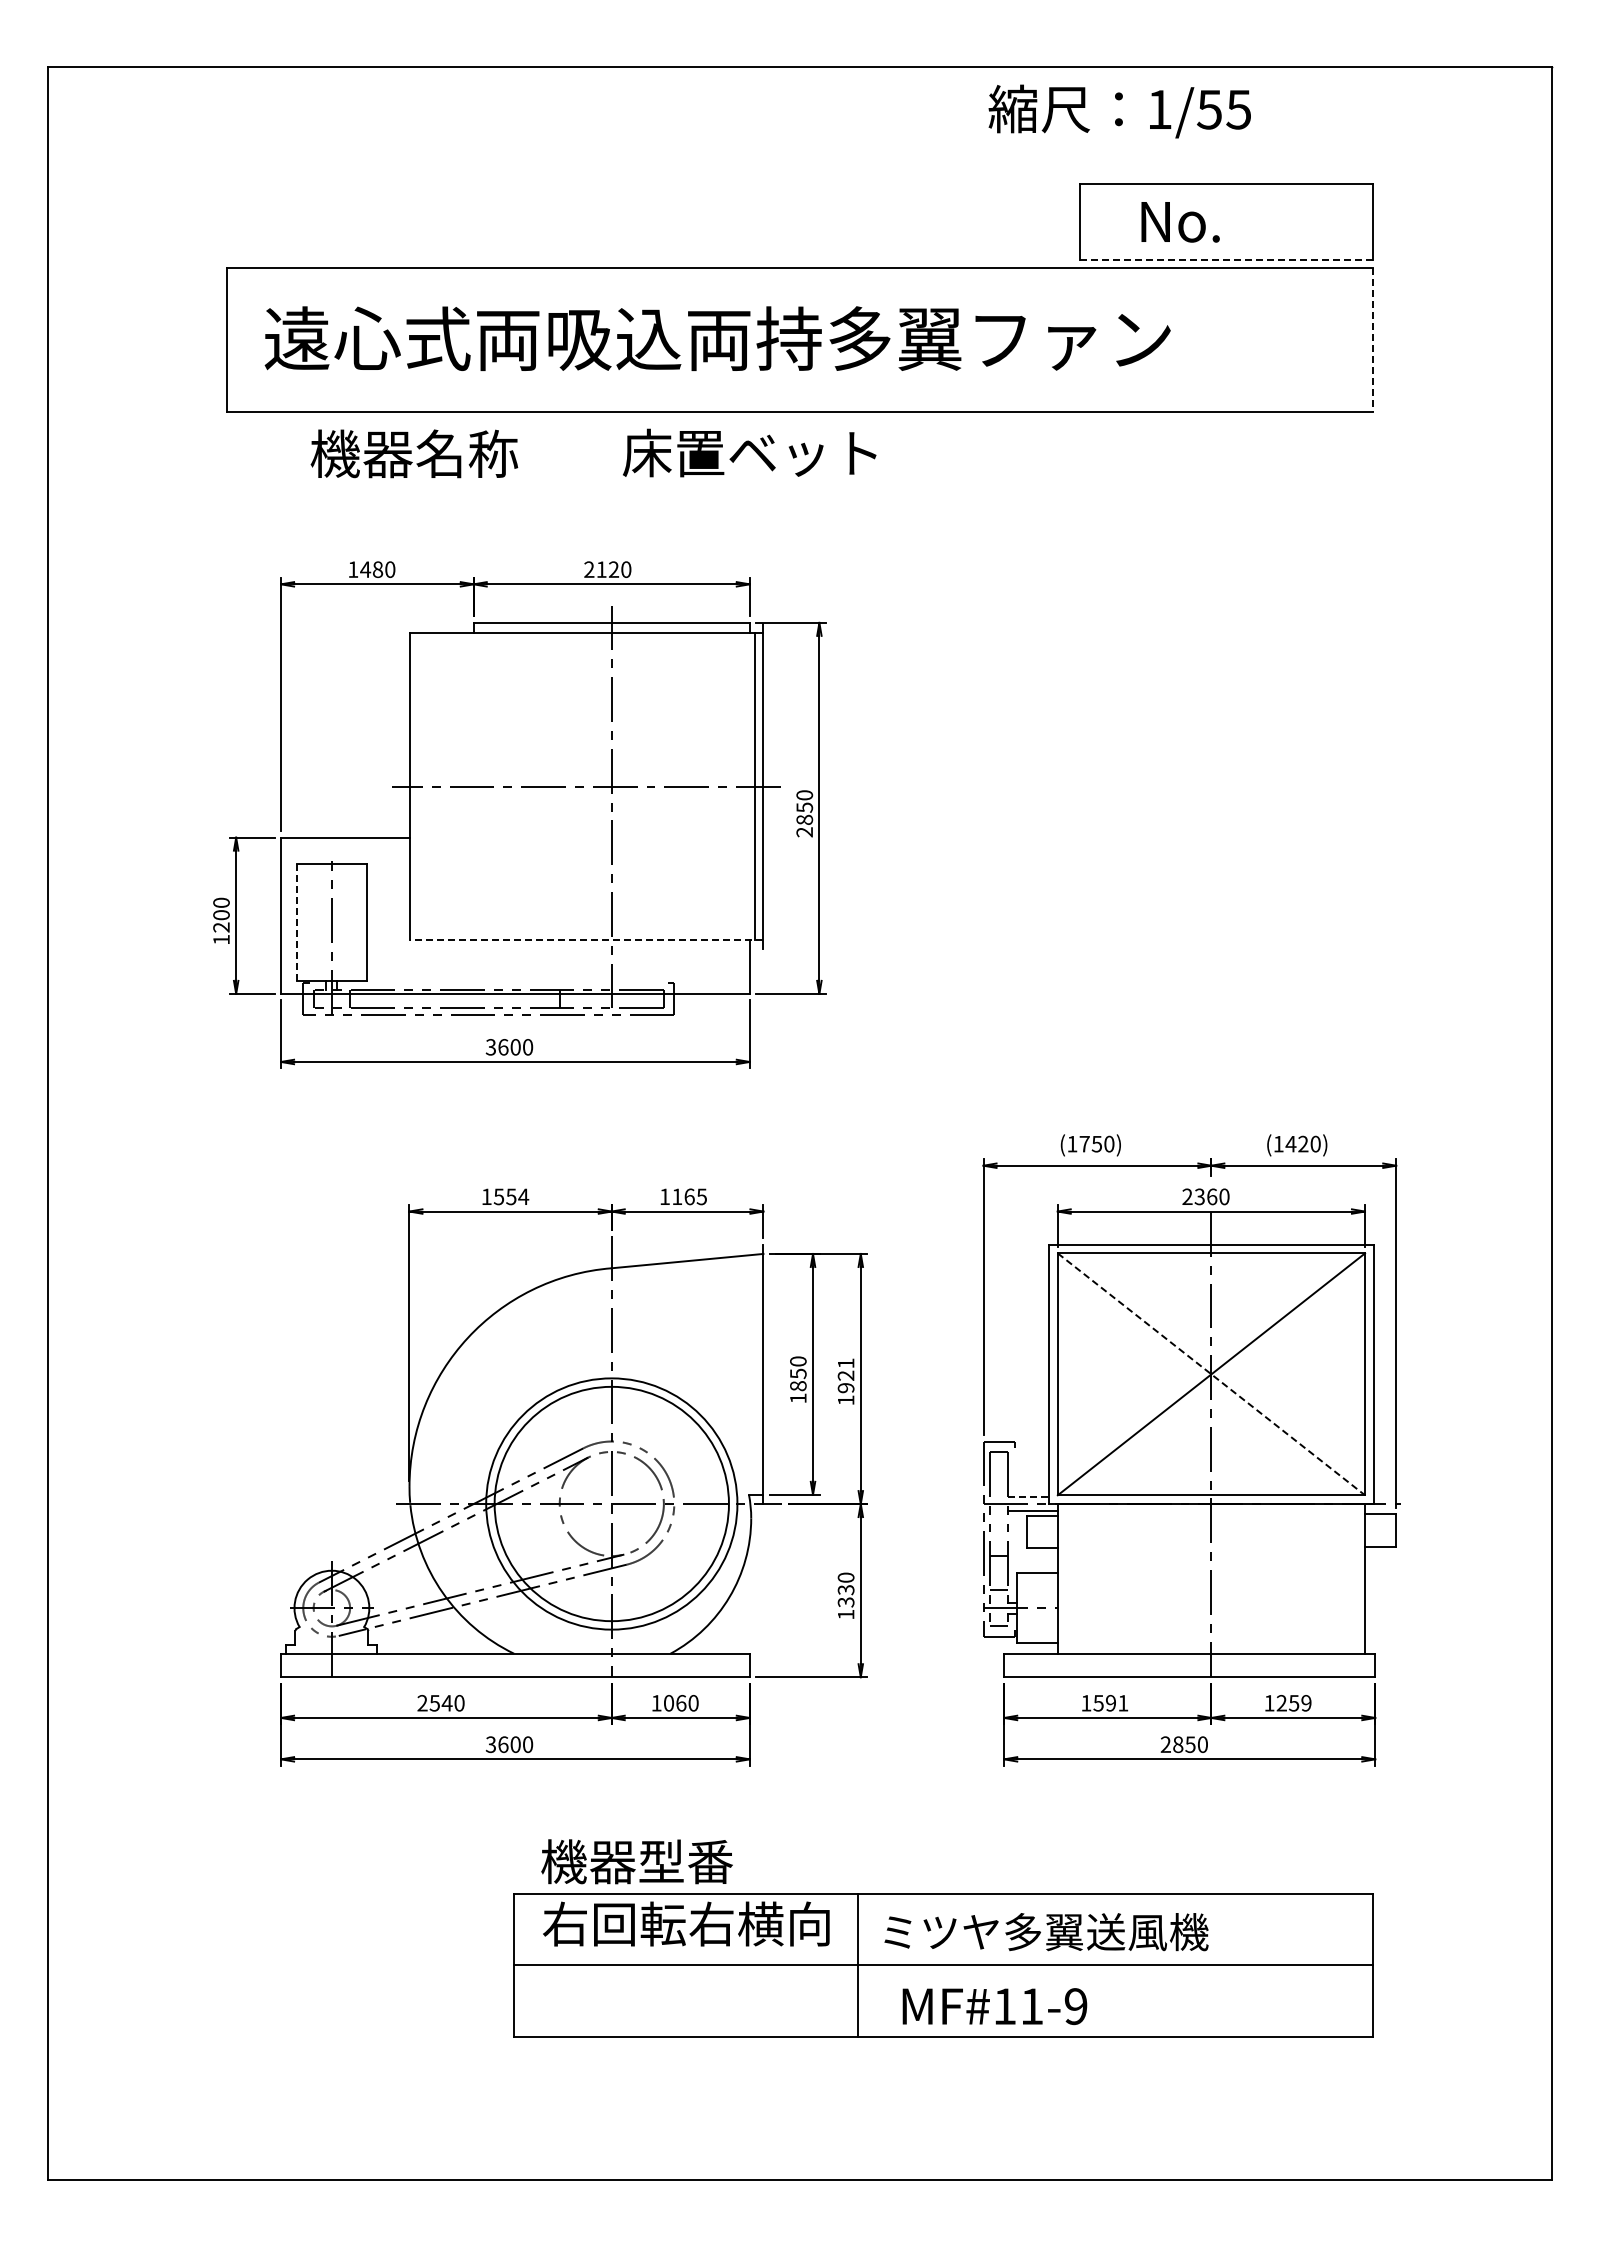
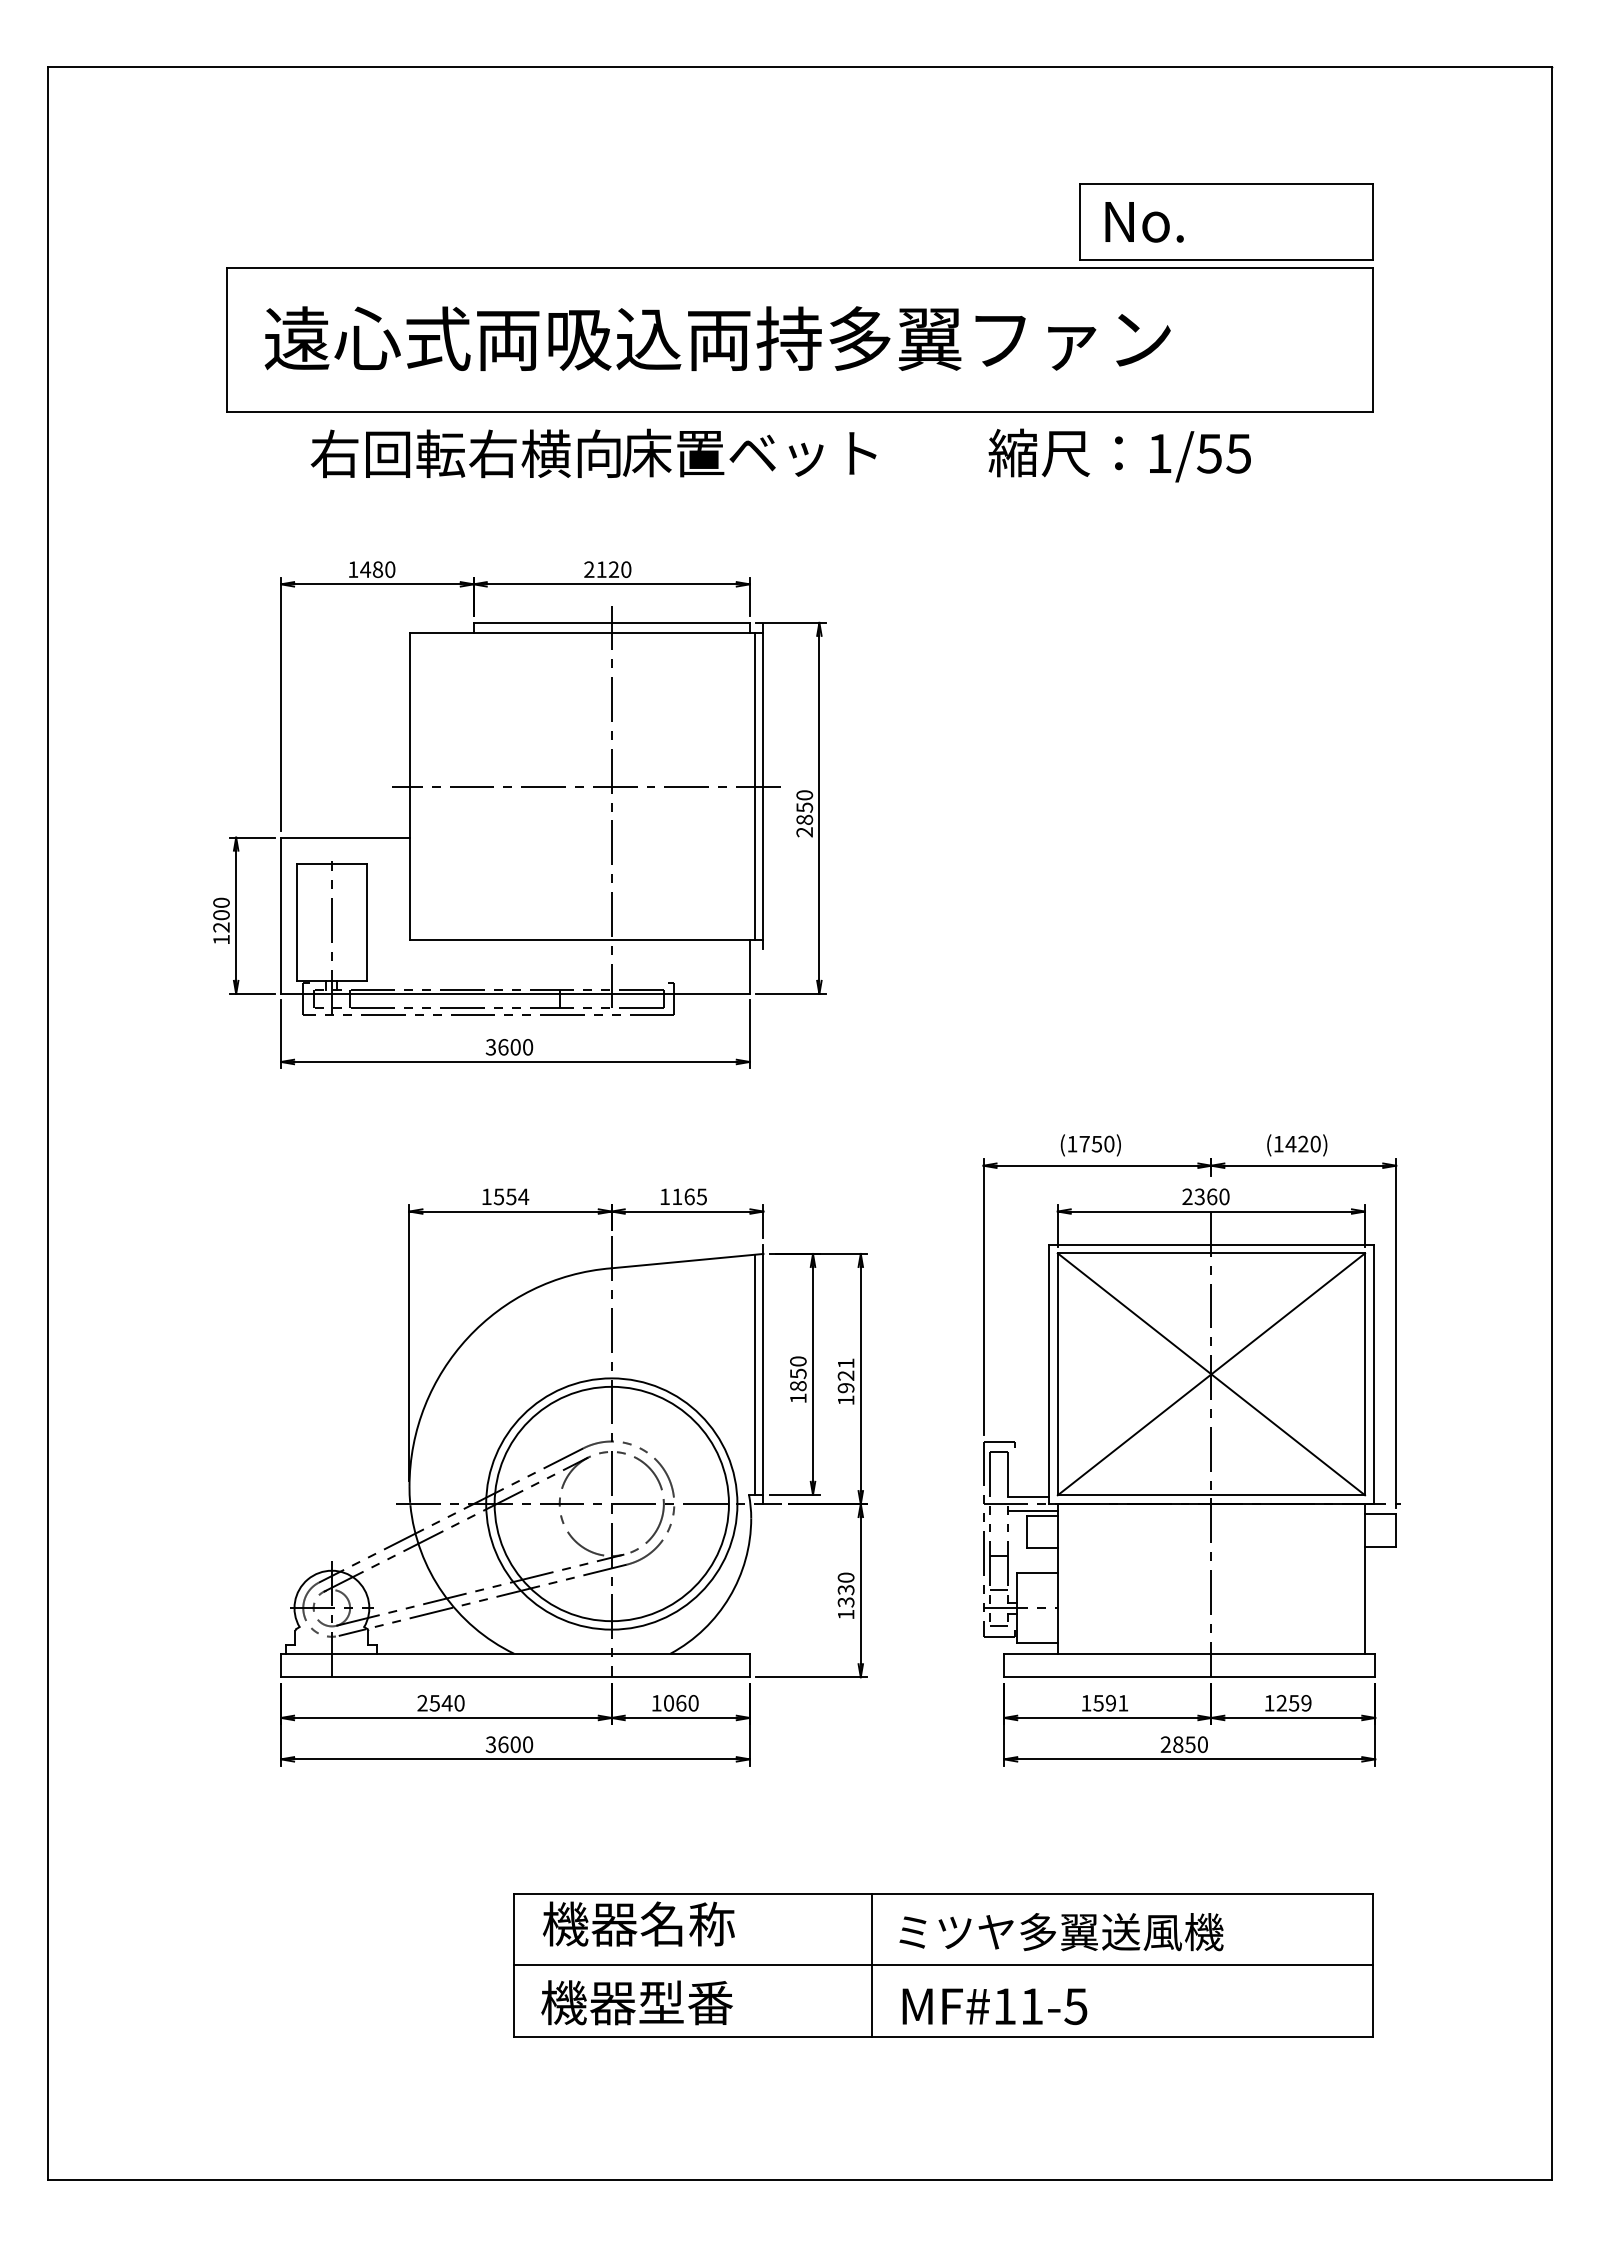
text at (1119, 111) position: (1119, 111) -> (1119, 455)
text at (1180, 222) position: (1180, 222) -> (1144, 222)
line at (1226, 259): dashed -> solid
line at (1372, 339): dashed -> solid
text at (465, 453): 機器名称 -> 右回転右横向
line at (296, 922): dashed -> solid
line at (586, 940): dashed -> solid
line at (755, 1374): none -> present
line at (1211, 1374): dashed -> solid
line at (1029, 1496): dashed -> solid
text at (636, 1861) position: (636, 1861) -> (636, 2002)
text at (686, 1923): 右回転右横向 -> 機器名称
text at (1046, 1932) position: (1046, 1932) -> (1061, 1932)
line at (857, 1964) position: (857, 1964) -> (871, 1964)
text at (1075, 2006): MF#11-9 -> MF#11-5
